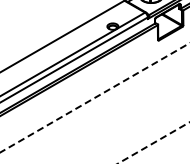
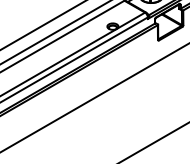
line at (42, 25): none -> present
line at (55, 32): none -> present
line at (94, 98): dashed -> solid
line at (153, 143): dashed -> solid
